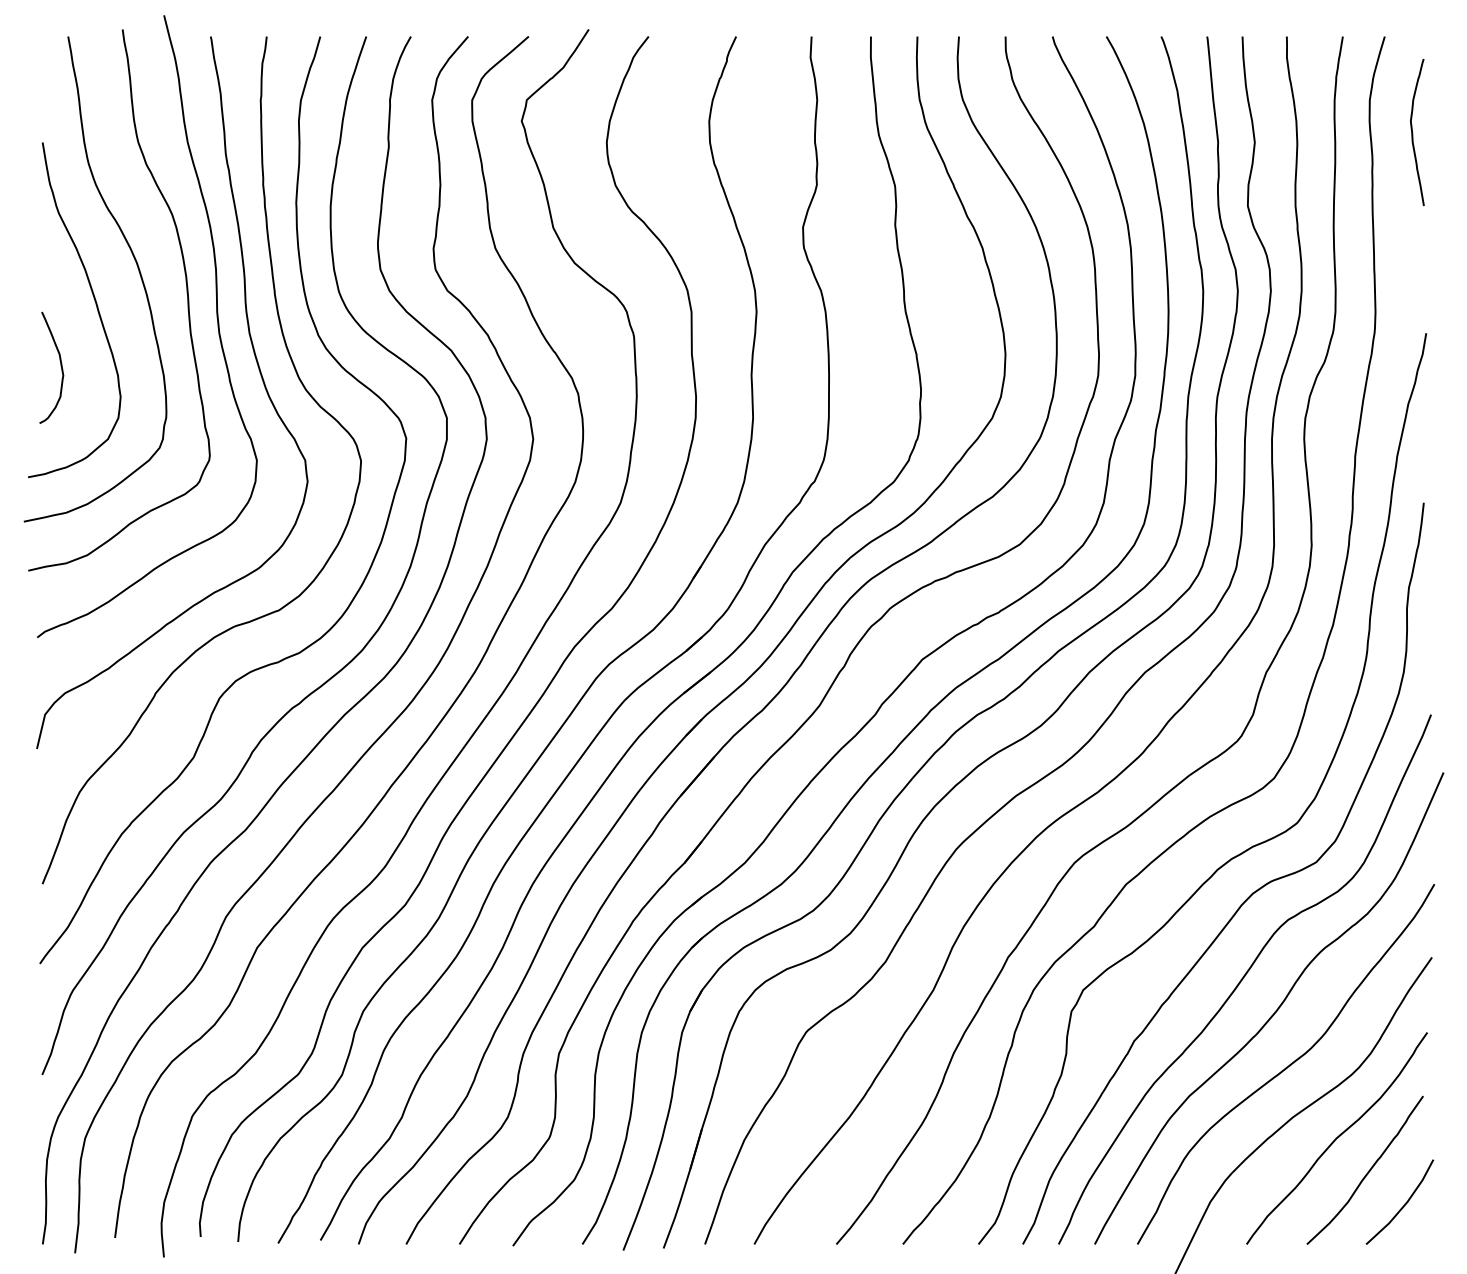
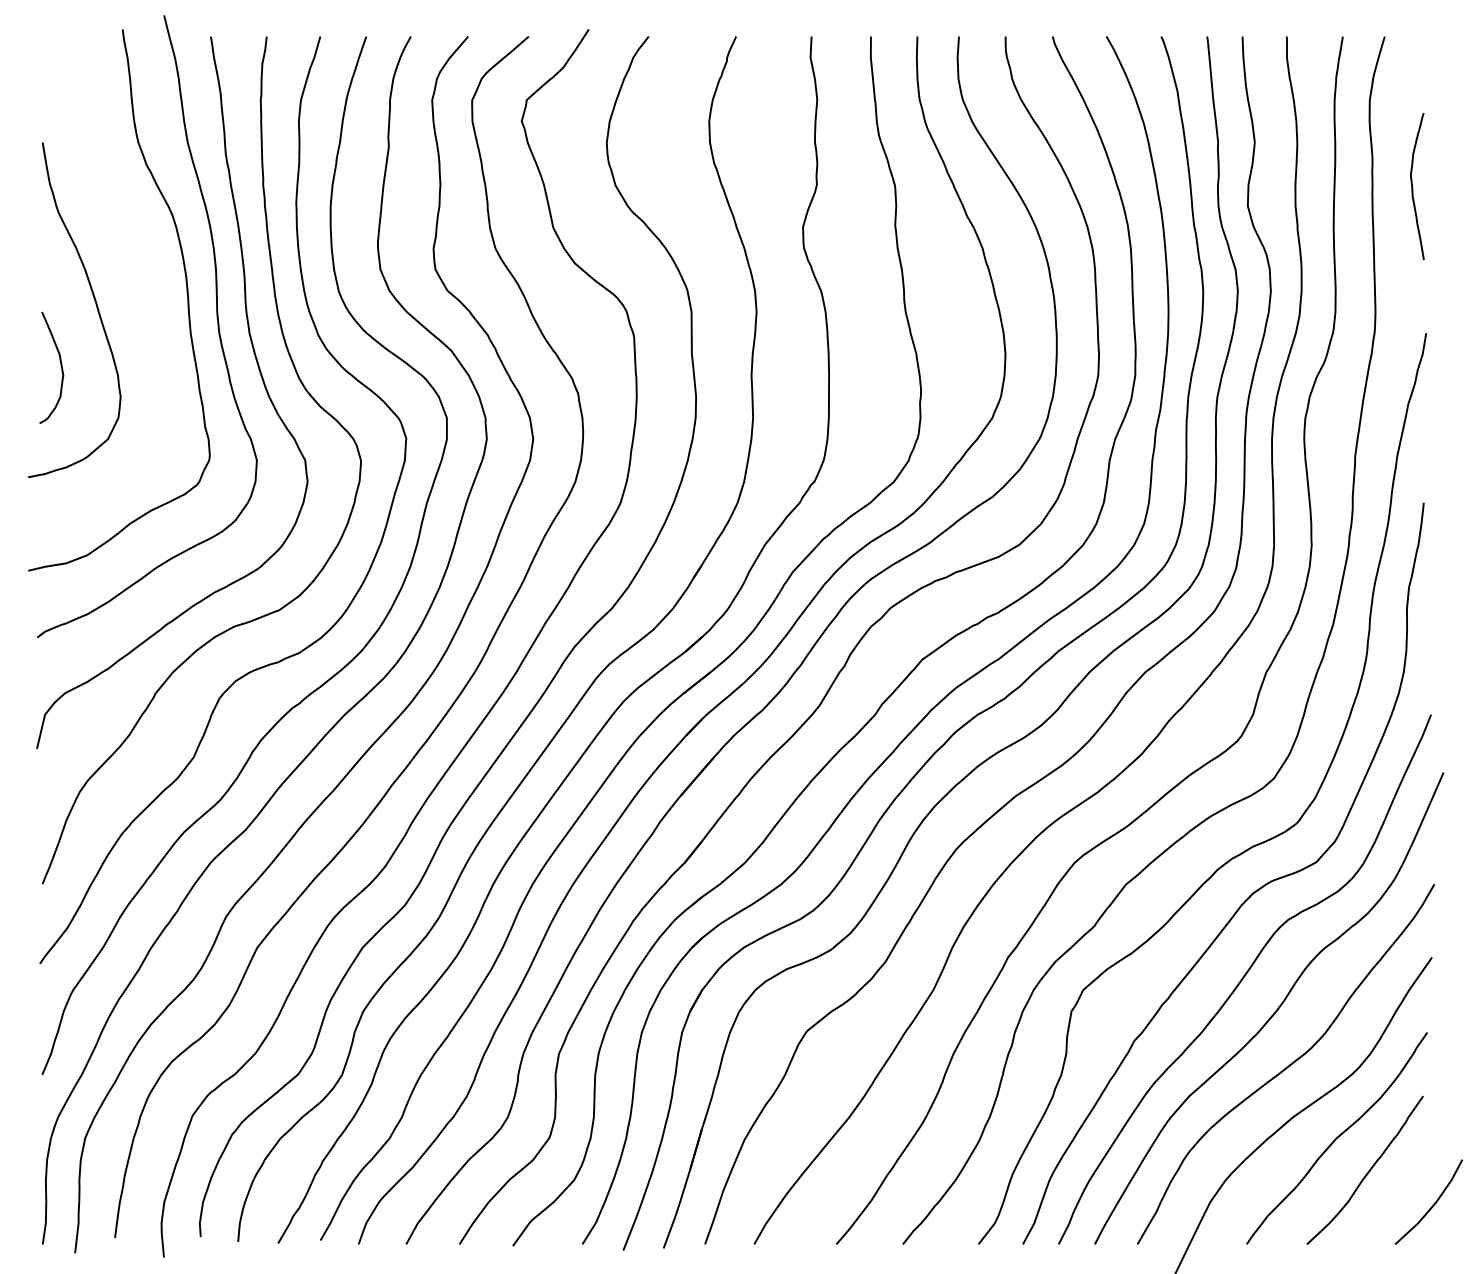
curve at (1413, 133) position: (1413, 133) -> (1413, 187)
curve at (136, 265): present -> none
line at (1404, 1203) position: (1404, 1203) -> (1433, 1203)
